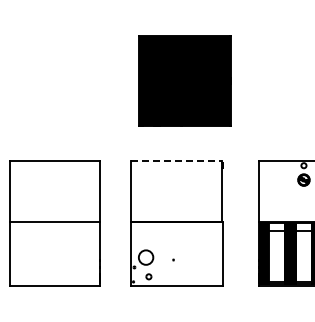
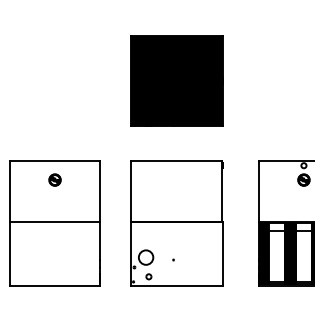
part at (184, 80) position: (184, 80) -> (176, 80)
line at (177, 160): dashed -> solid
part at (54, 179): none -> present
